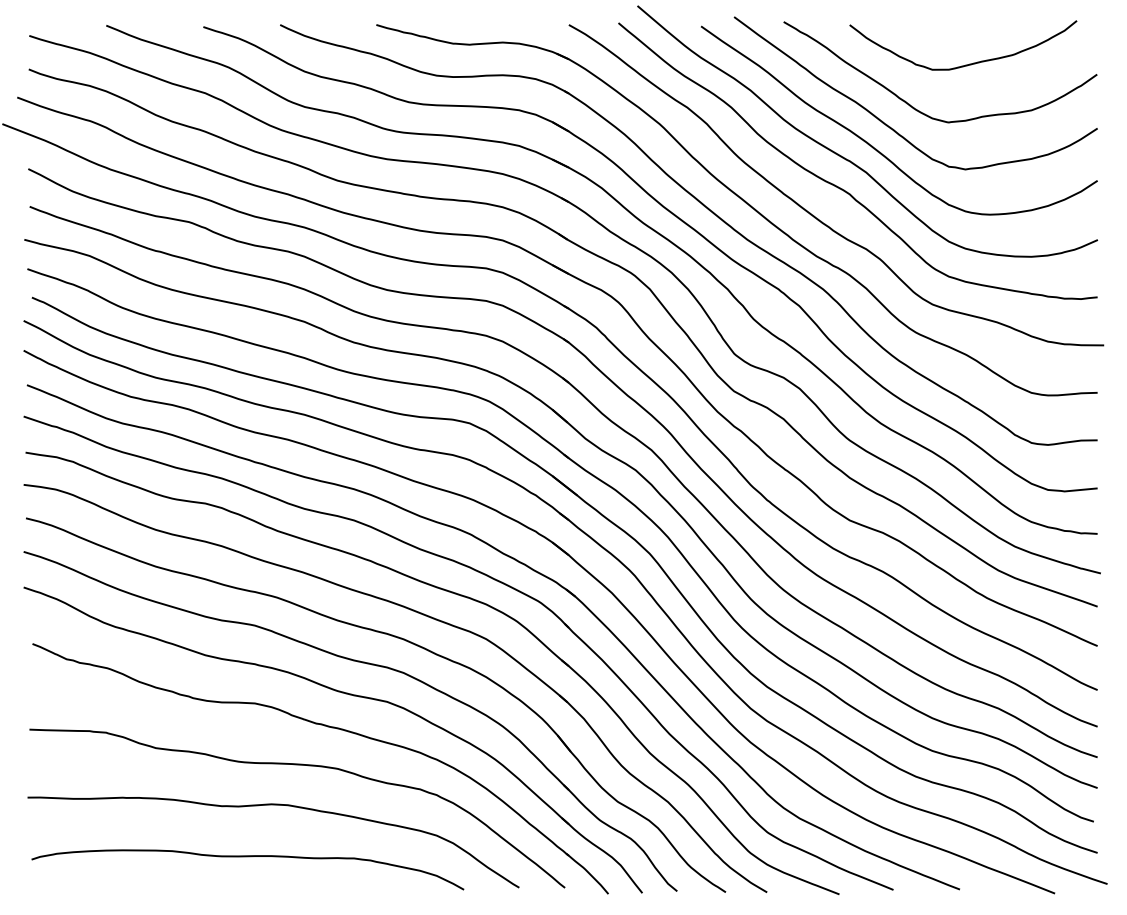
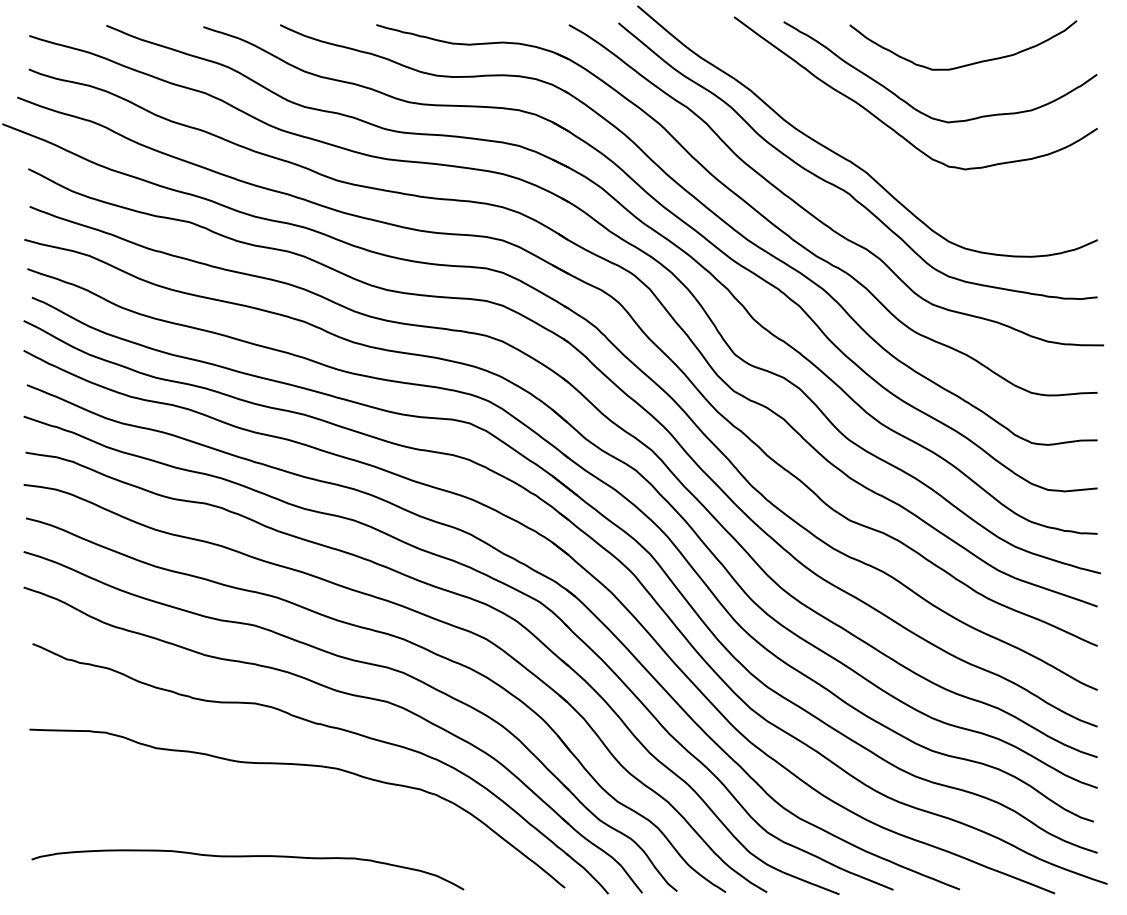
curve at (876, 148): present -> none
curve at (273, 805): present -> none
